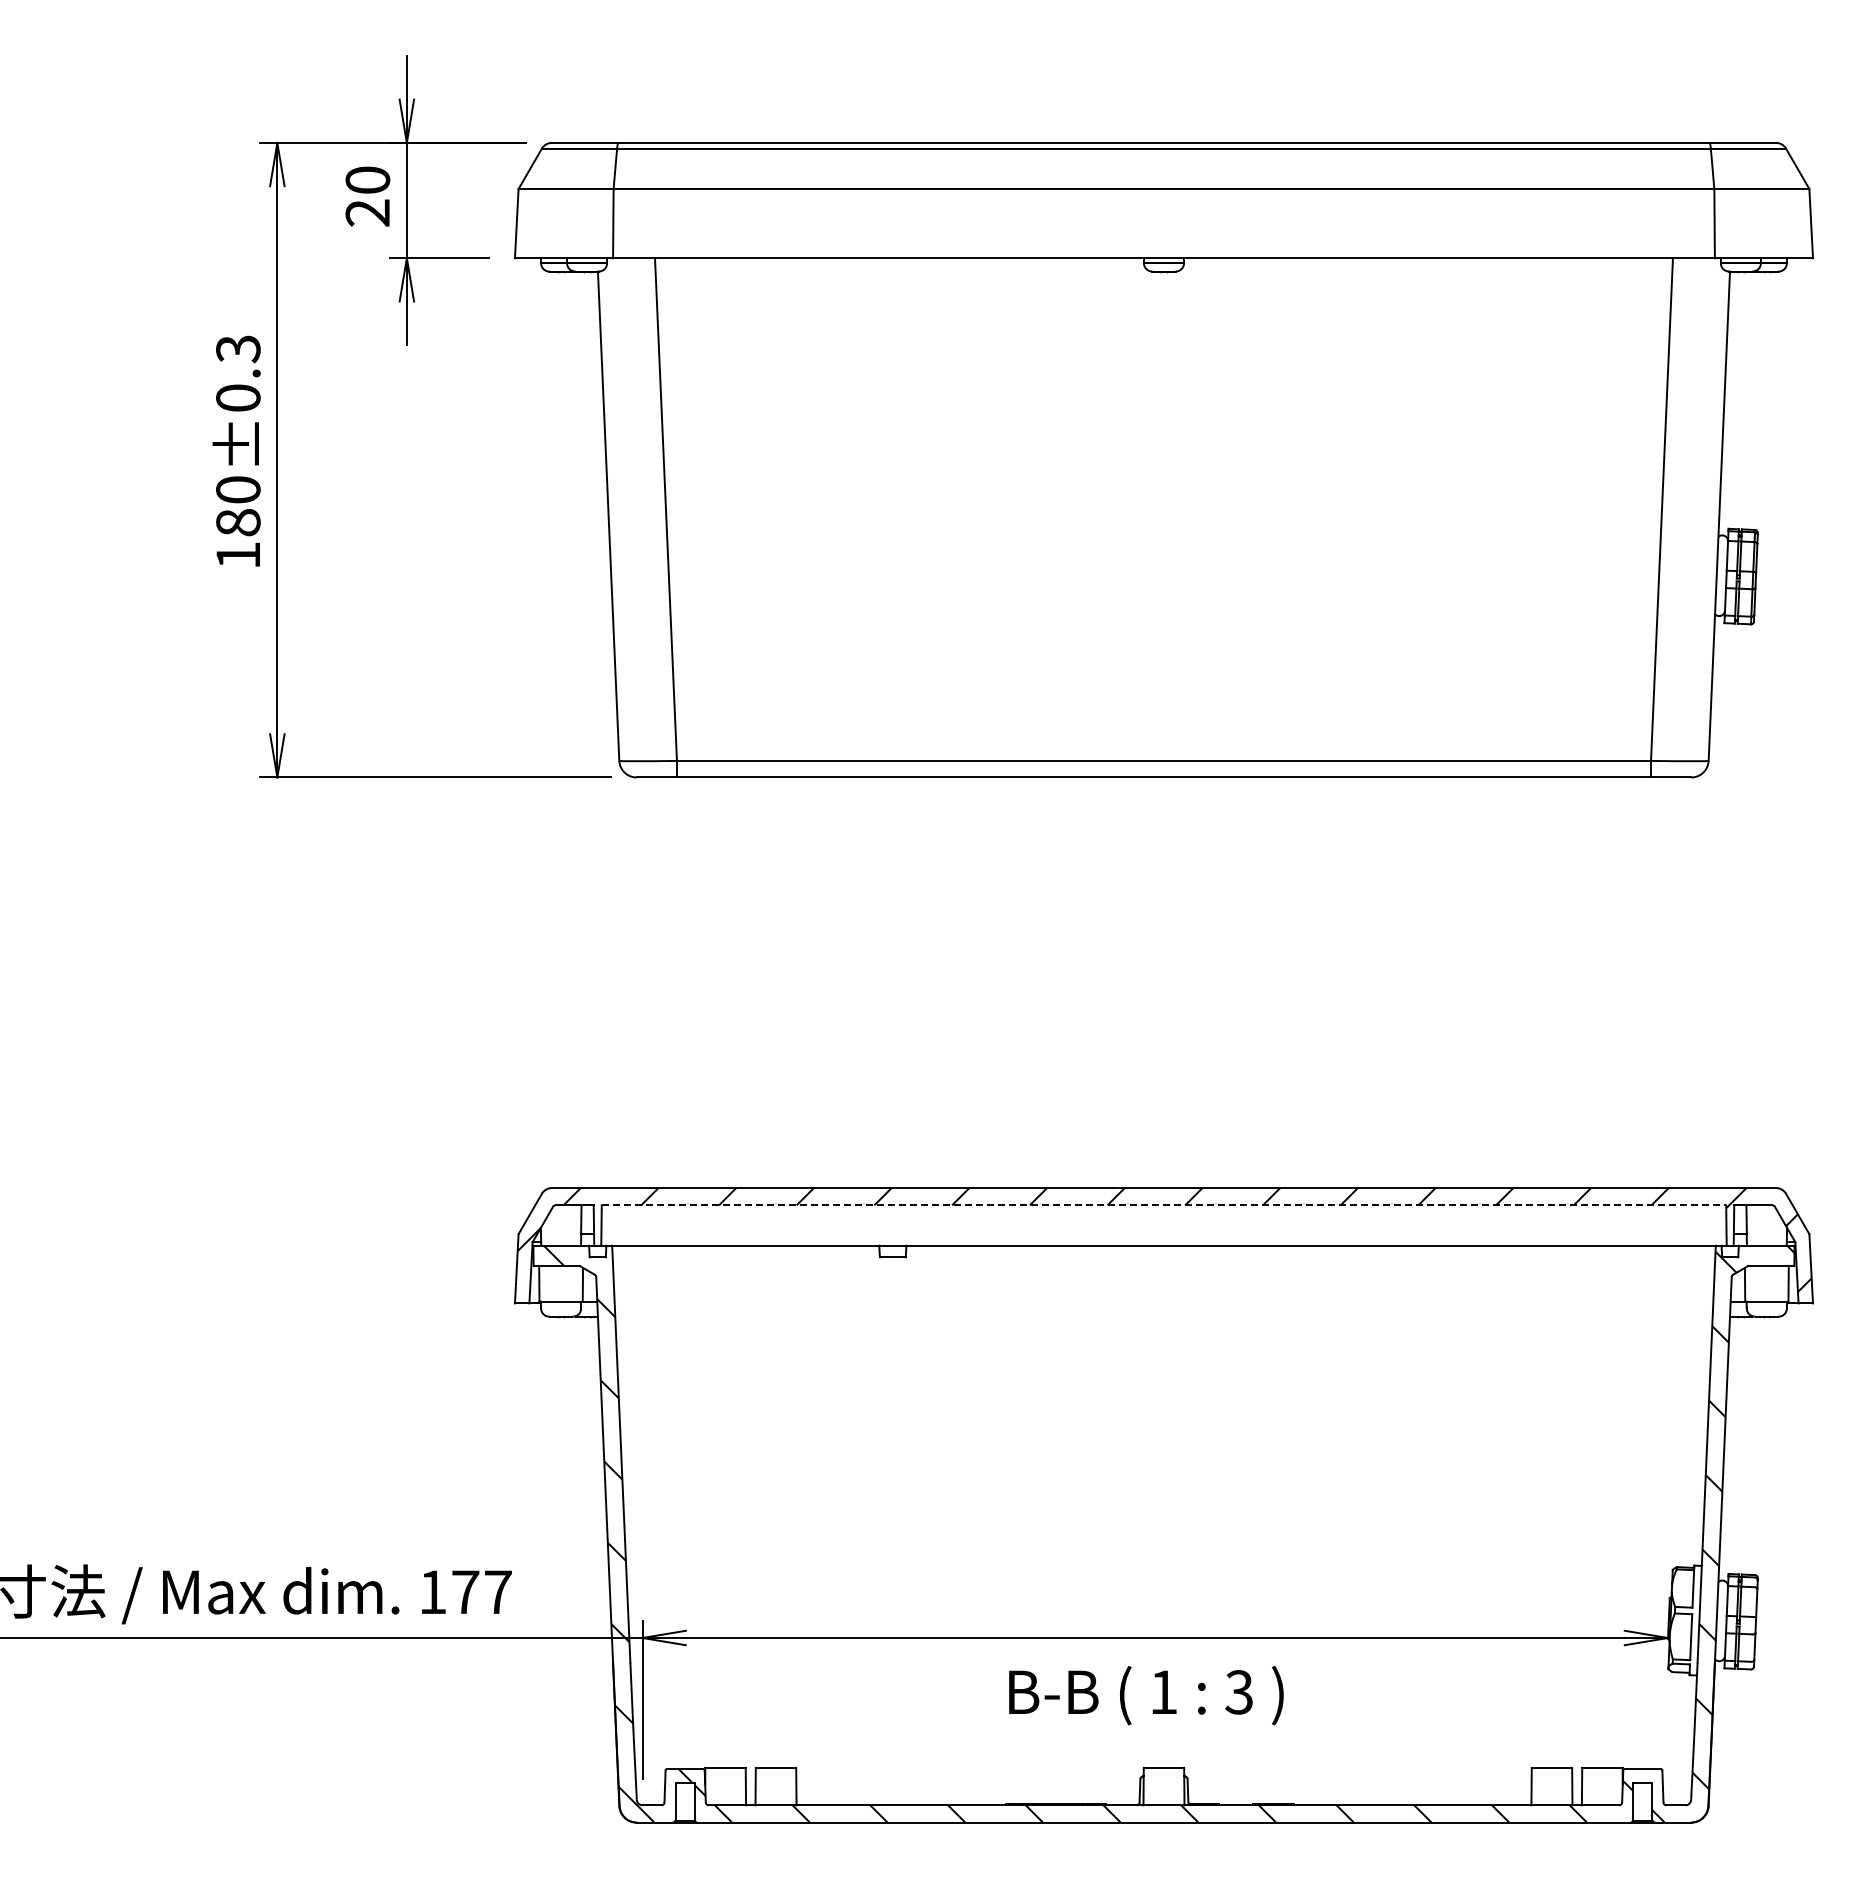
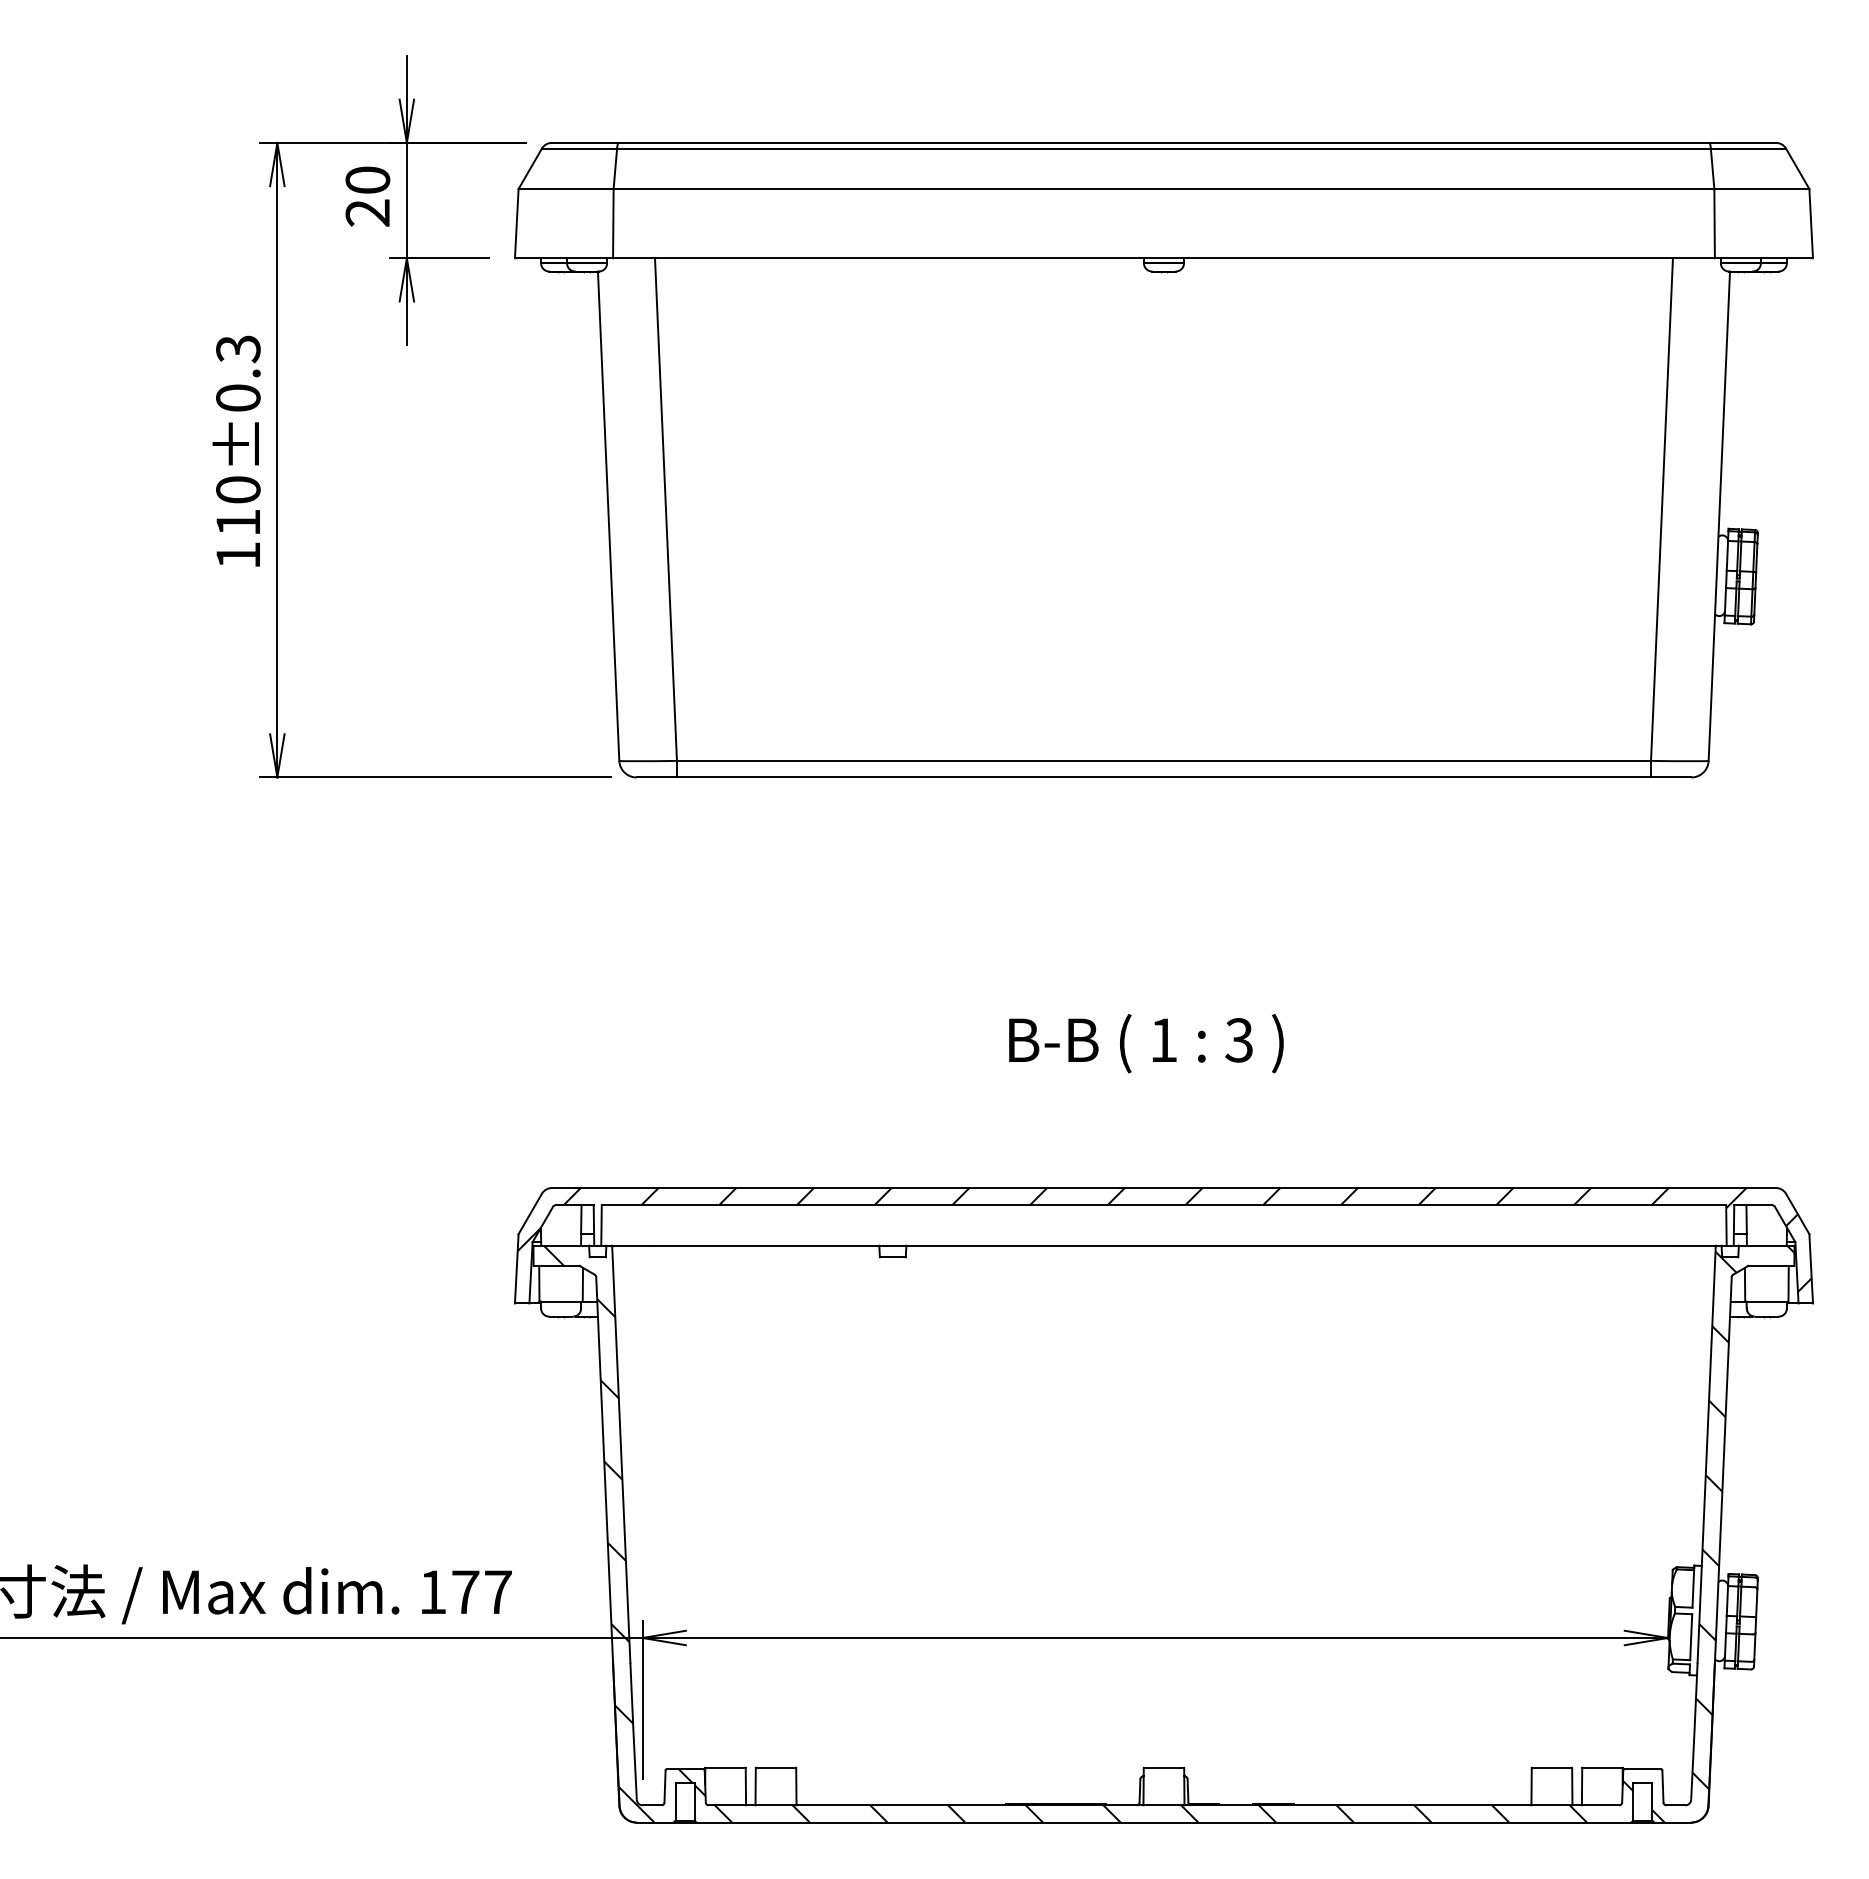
text at (238, 522): 180±0.3 -> 110±0.3
line at (1164, 1205): dashed -> solid
text at (1146, 1695) position: (1146, 1695) -> (1146, 1043)
